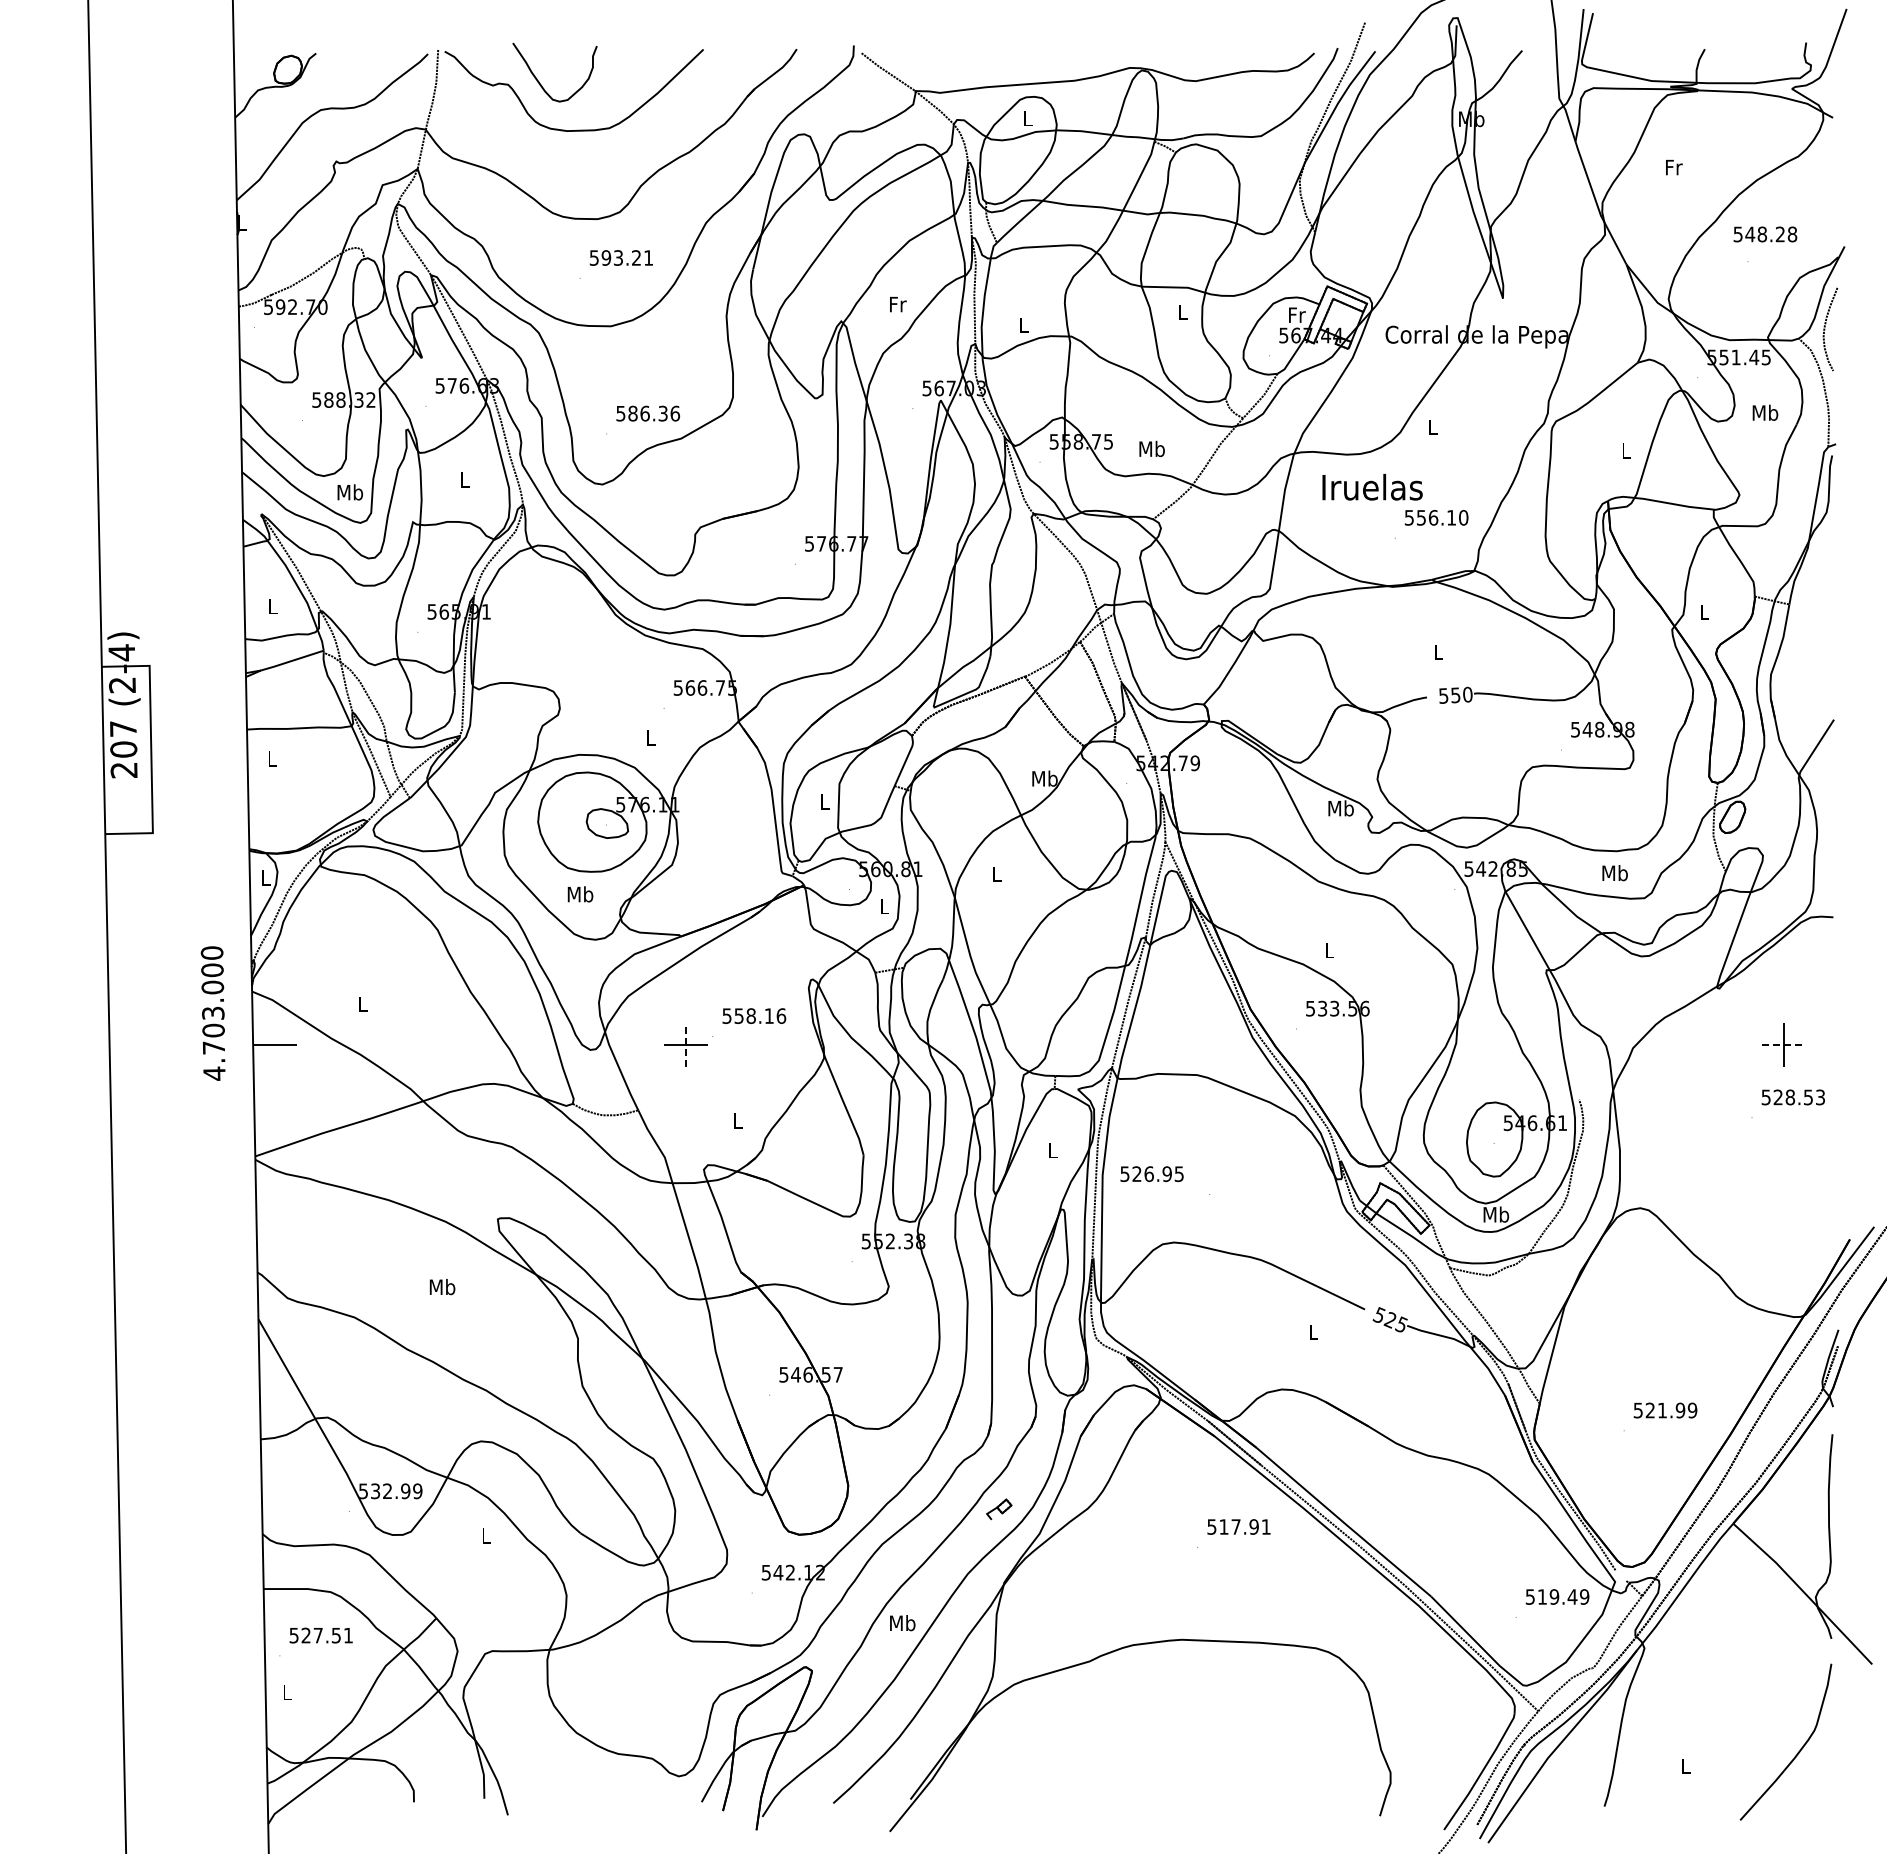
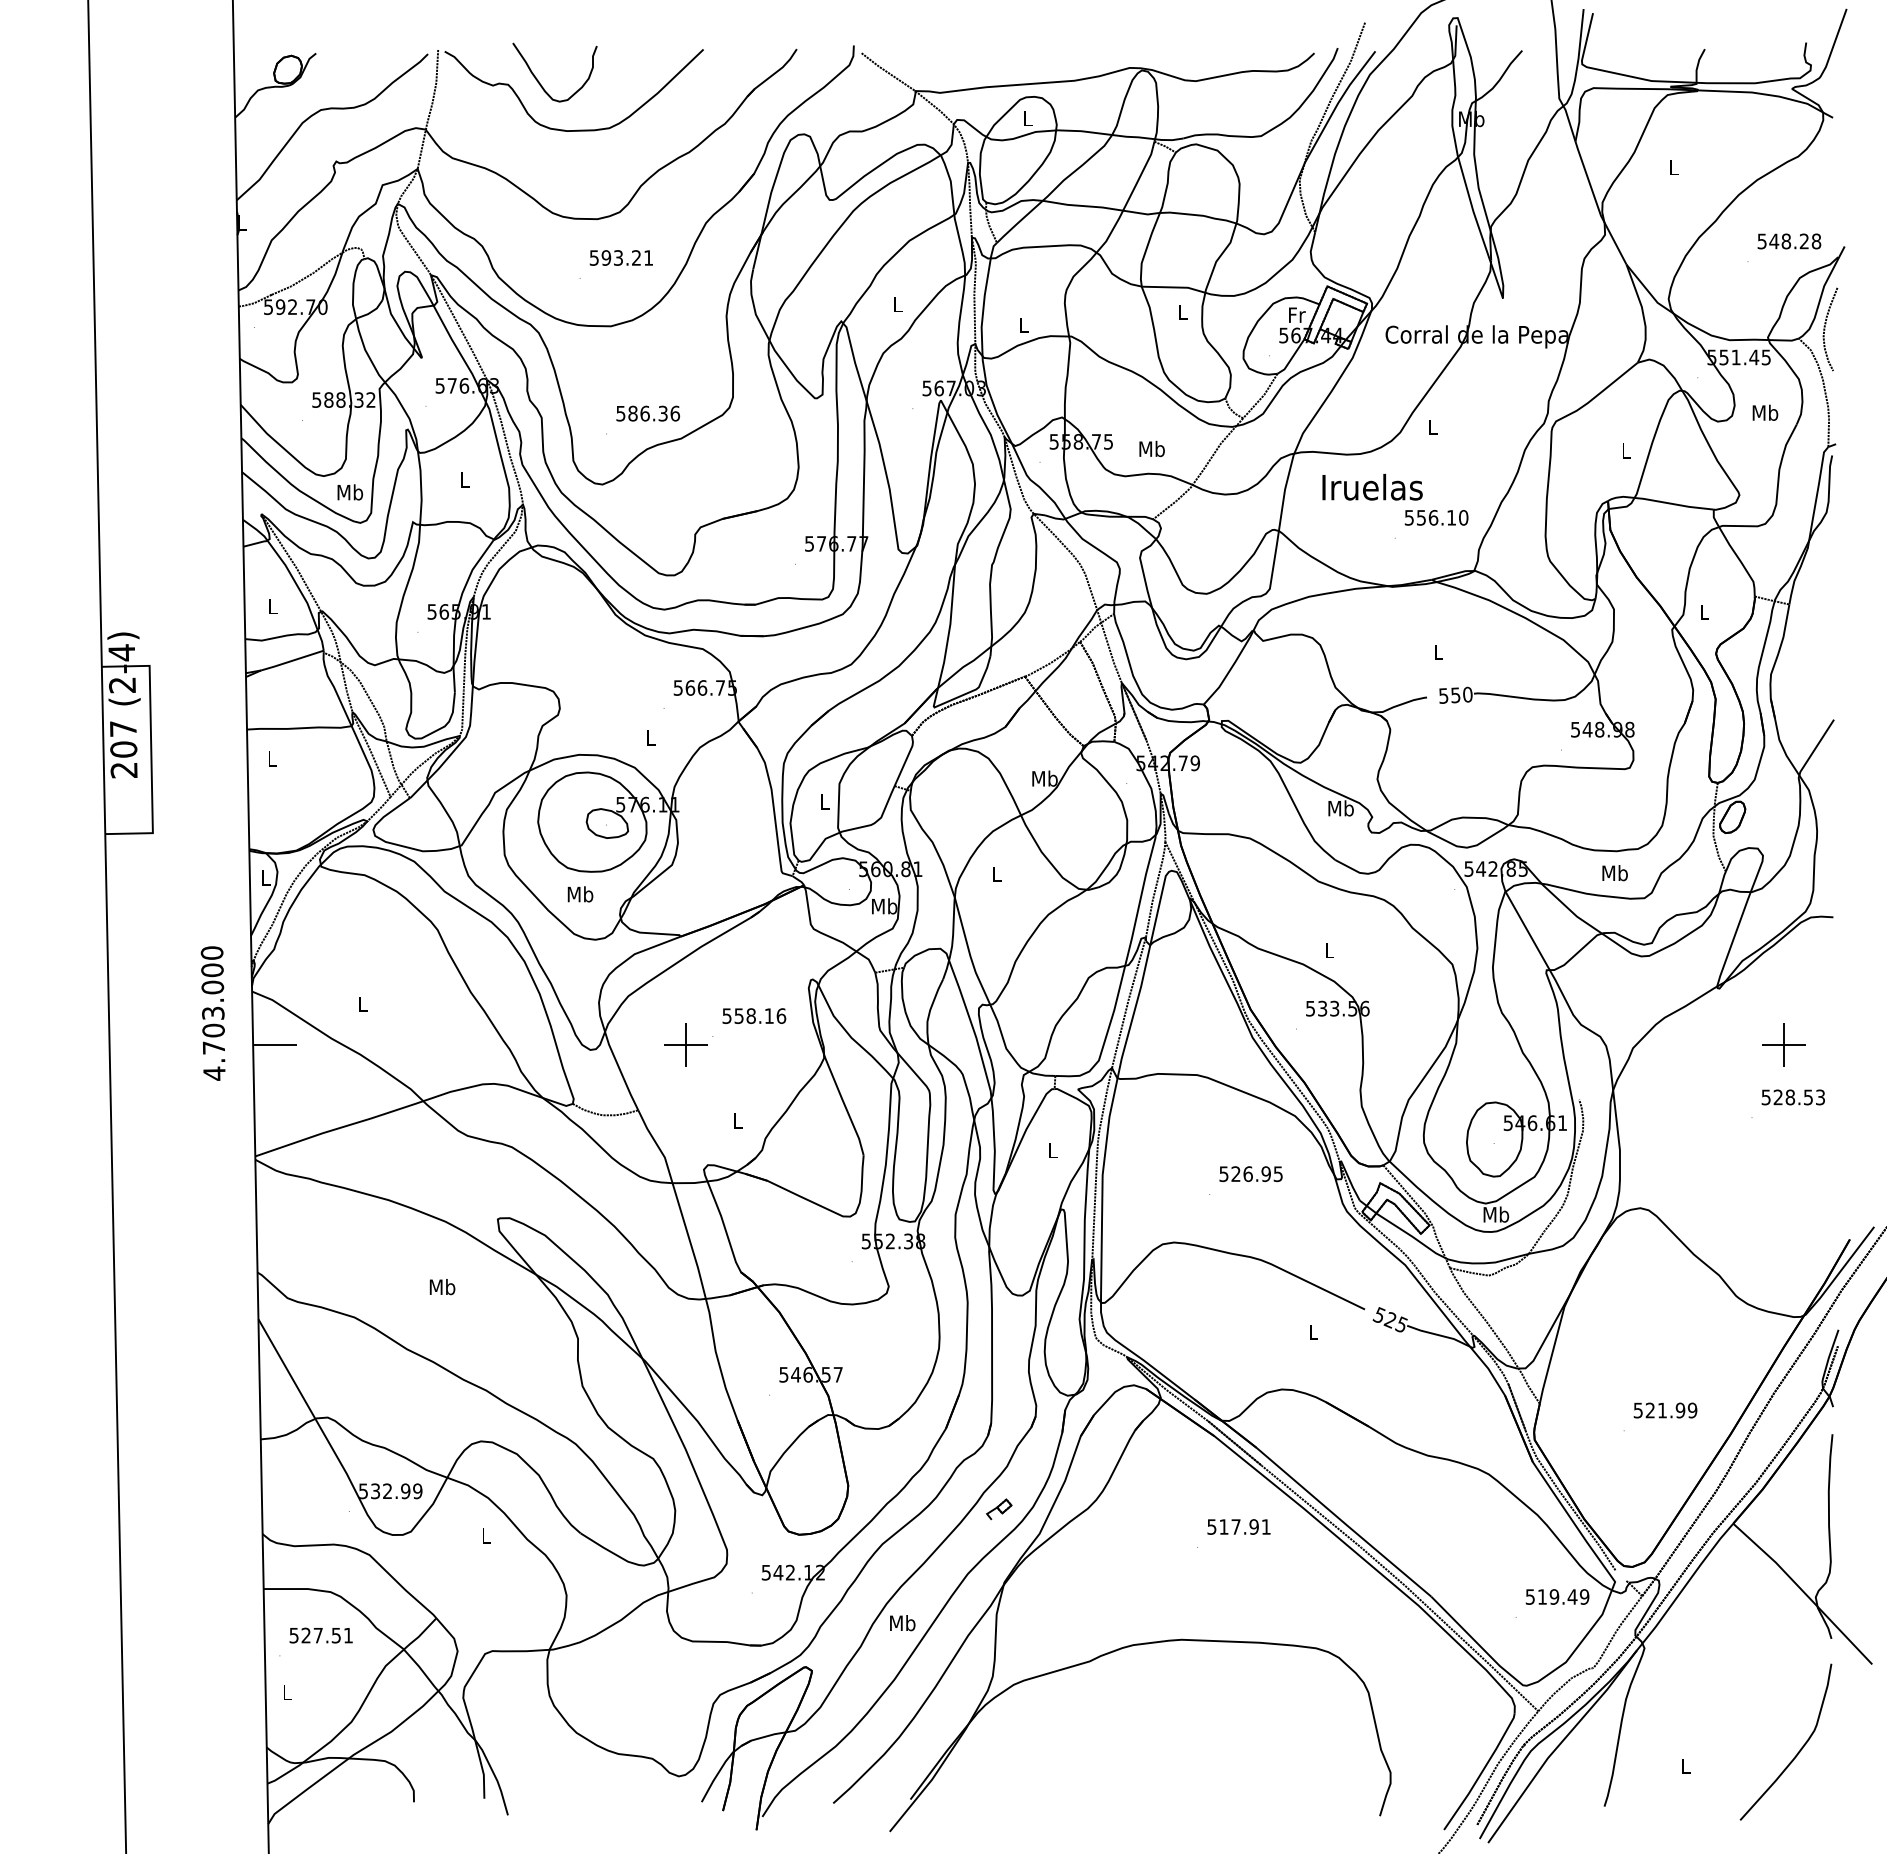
text at (1674, 167): Fr -> L
text at (1765, 234) position: (1765, 234) -> (1789, 241)
text at (898, 304): Fr -> L
text at (884, 906): L -> Mb
line at (686, 1045): dashed -> solid
line at (1784, 1045): dashed -> solid
text at (1151, 1174) position: (1151, 1174) -> (1250, 1174)
